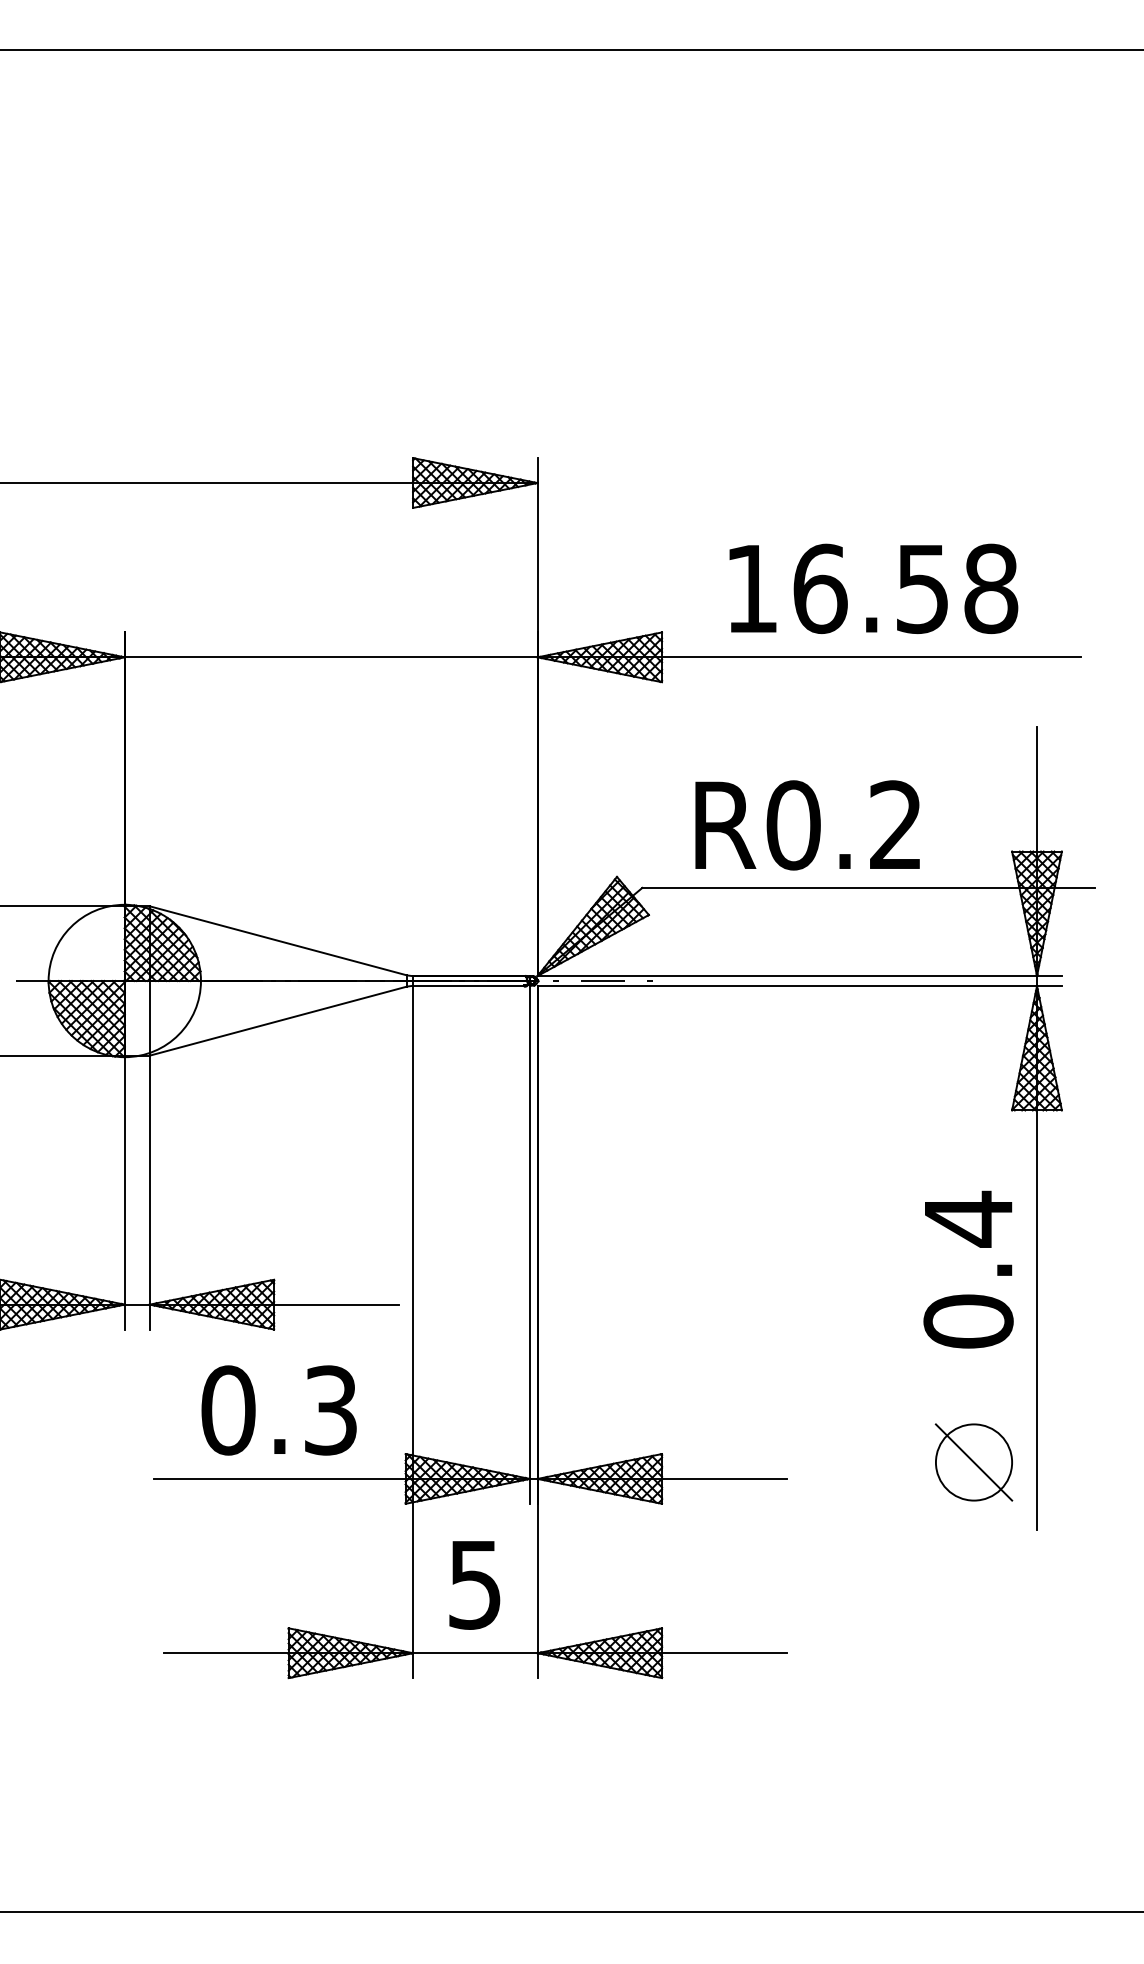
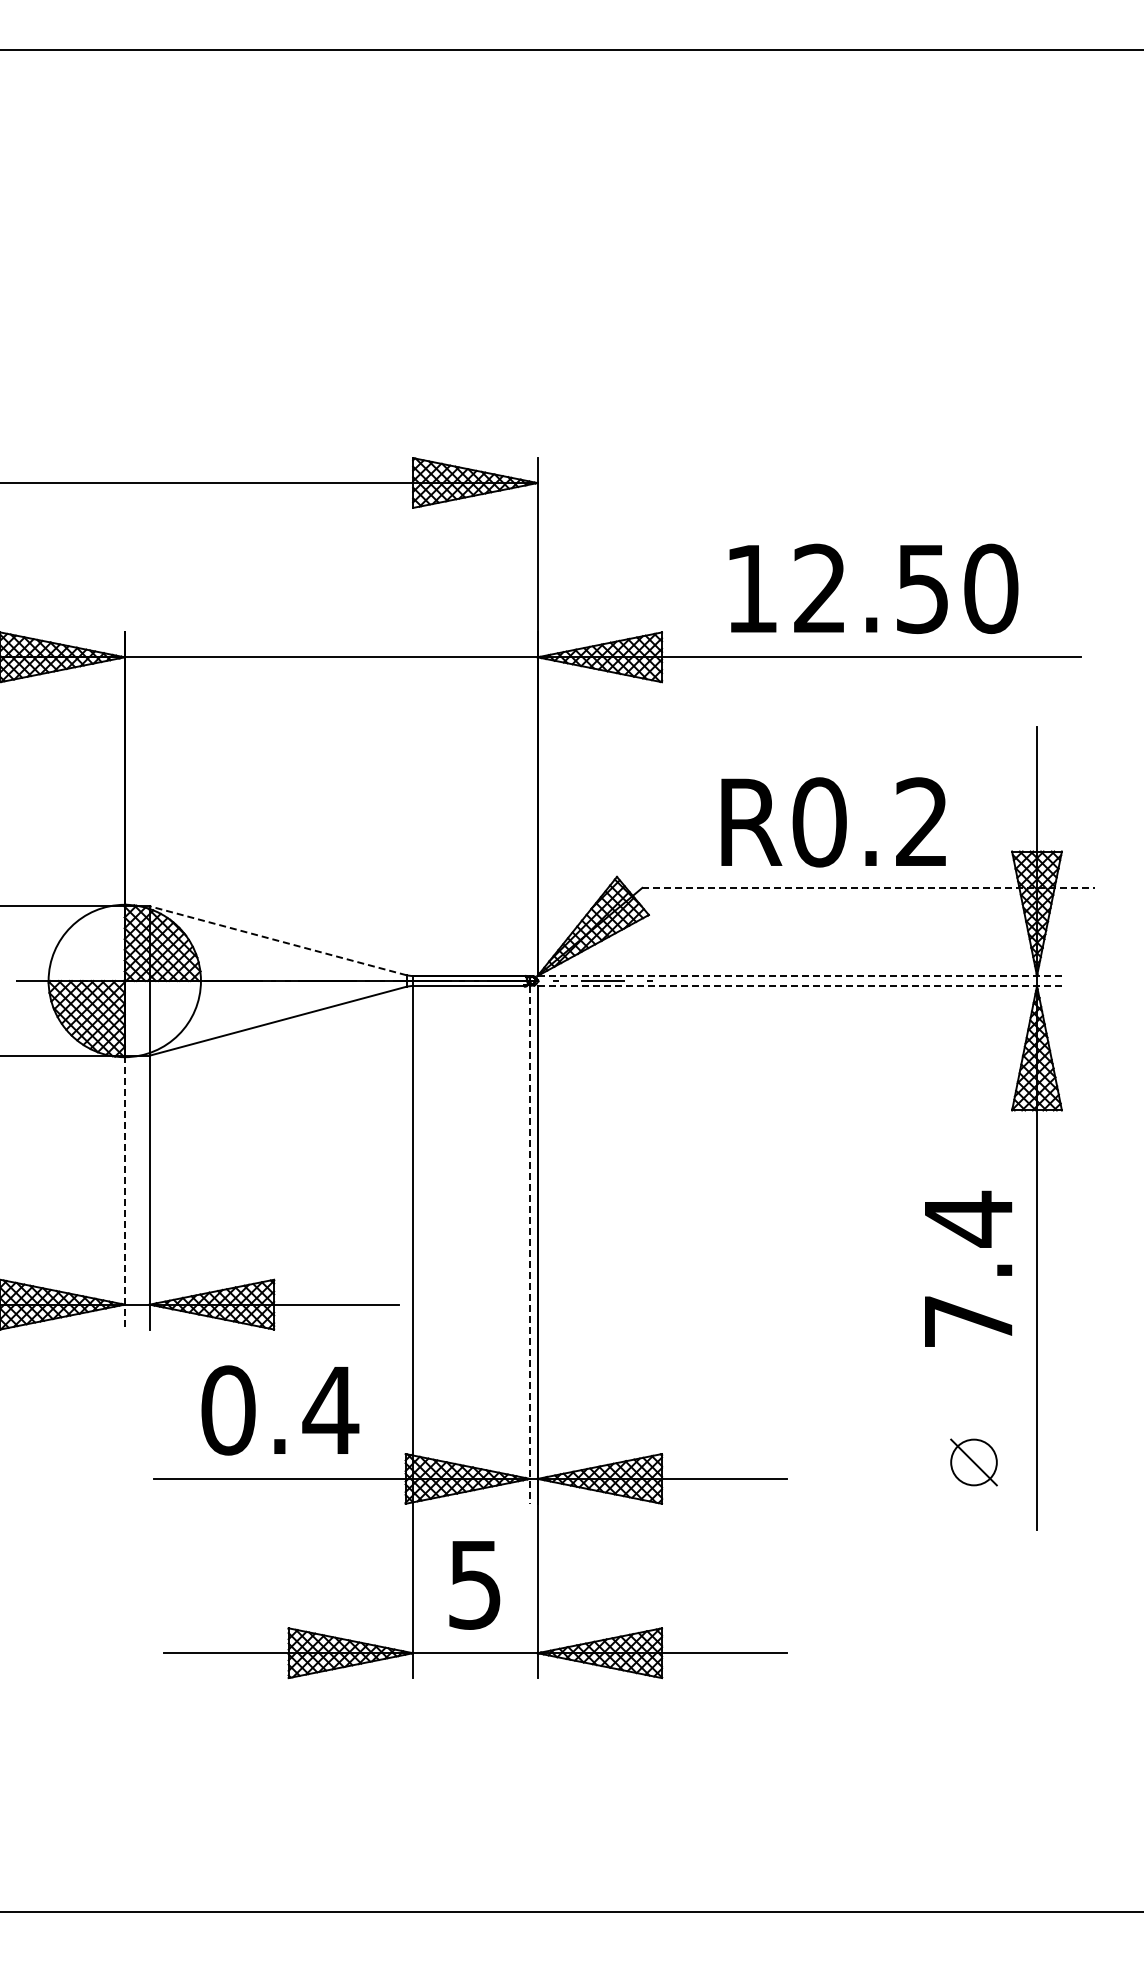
text at (905, 588): 16.58 -> 12.50
text at (807, 825) position: (807, 825) -> (833, 822)
line at (869, 887): solid -> dashed
line at (277, 940): solid -> dashed
line at (799, 976): solid -> dashed
line at (800, 985): solid -> dashed
line at (124, 1192): solid -> dashed
line at (530, 1244): solid -> dashed
text at (968, 1321): 0.4 -> 7.4
text at (330, 1410): 0.3 -> 0.4
part at (973, 1462) size: 80x79 px -> 48x49 px
